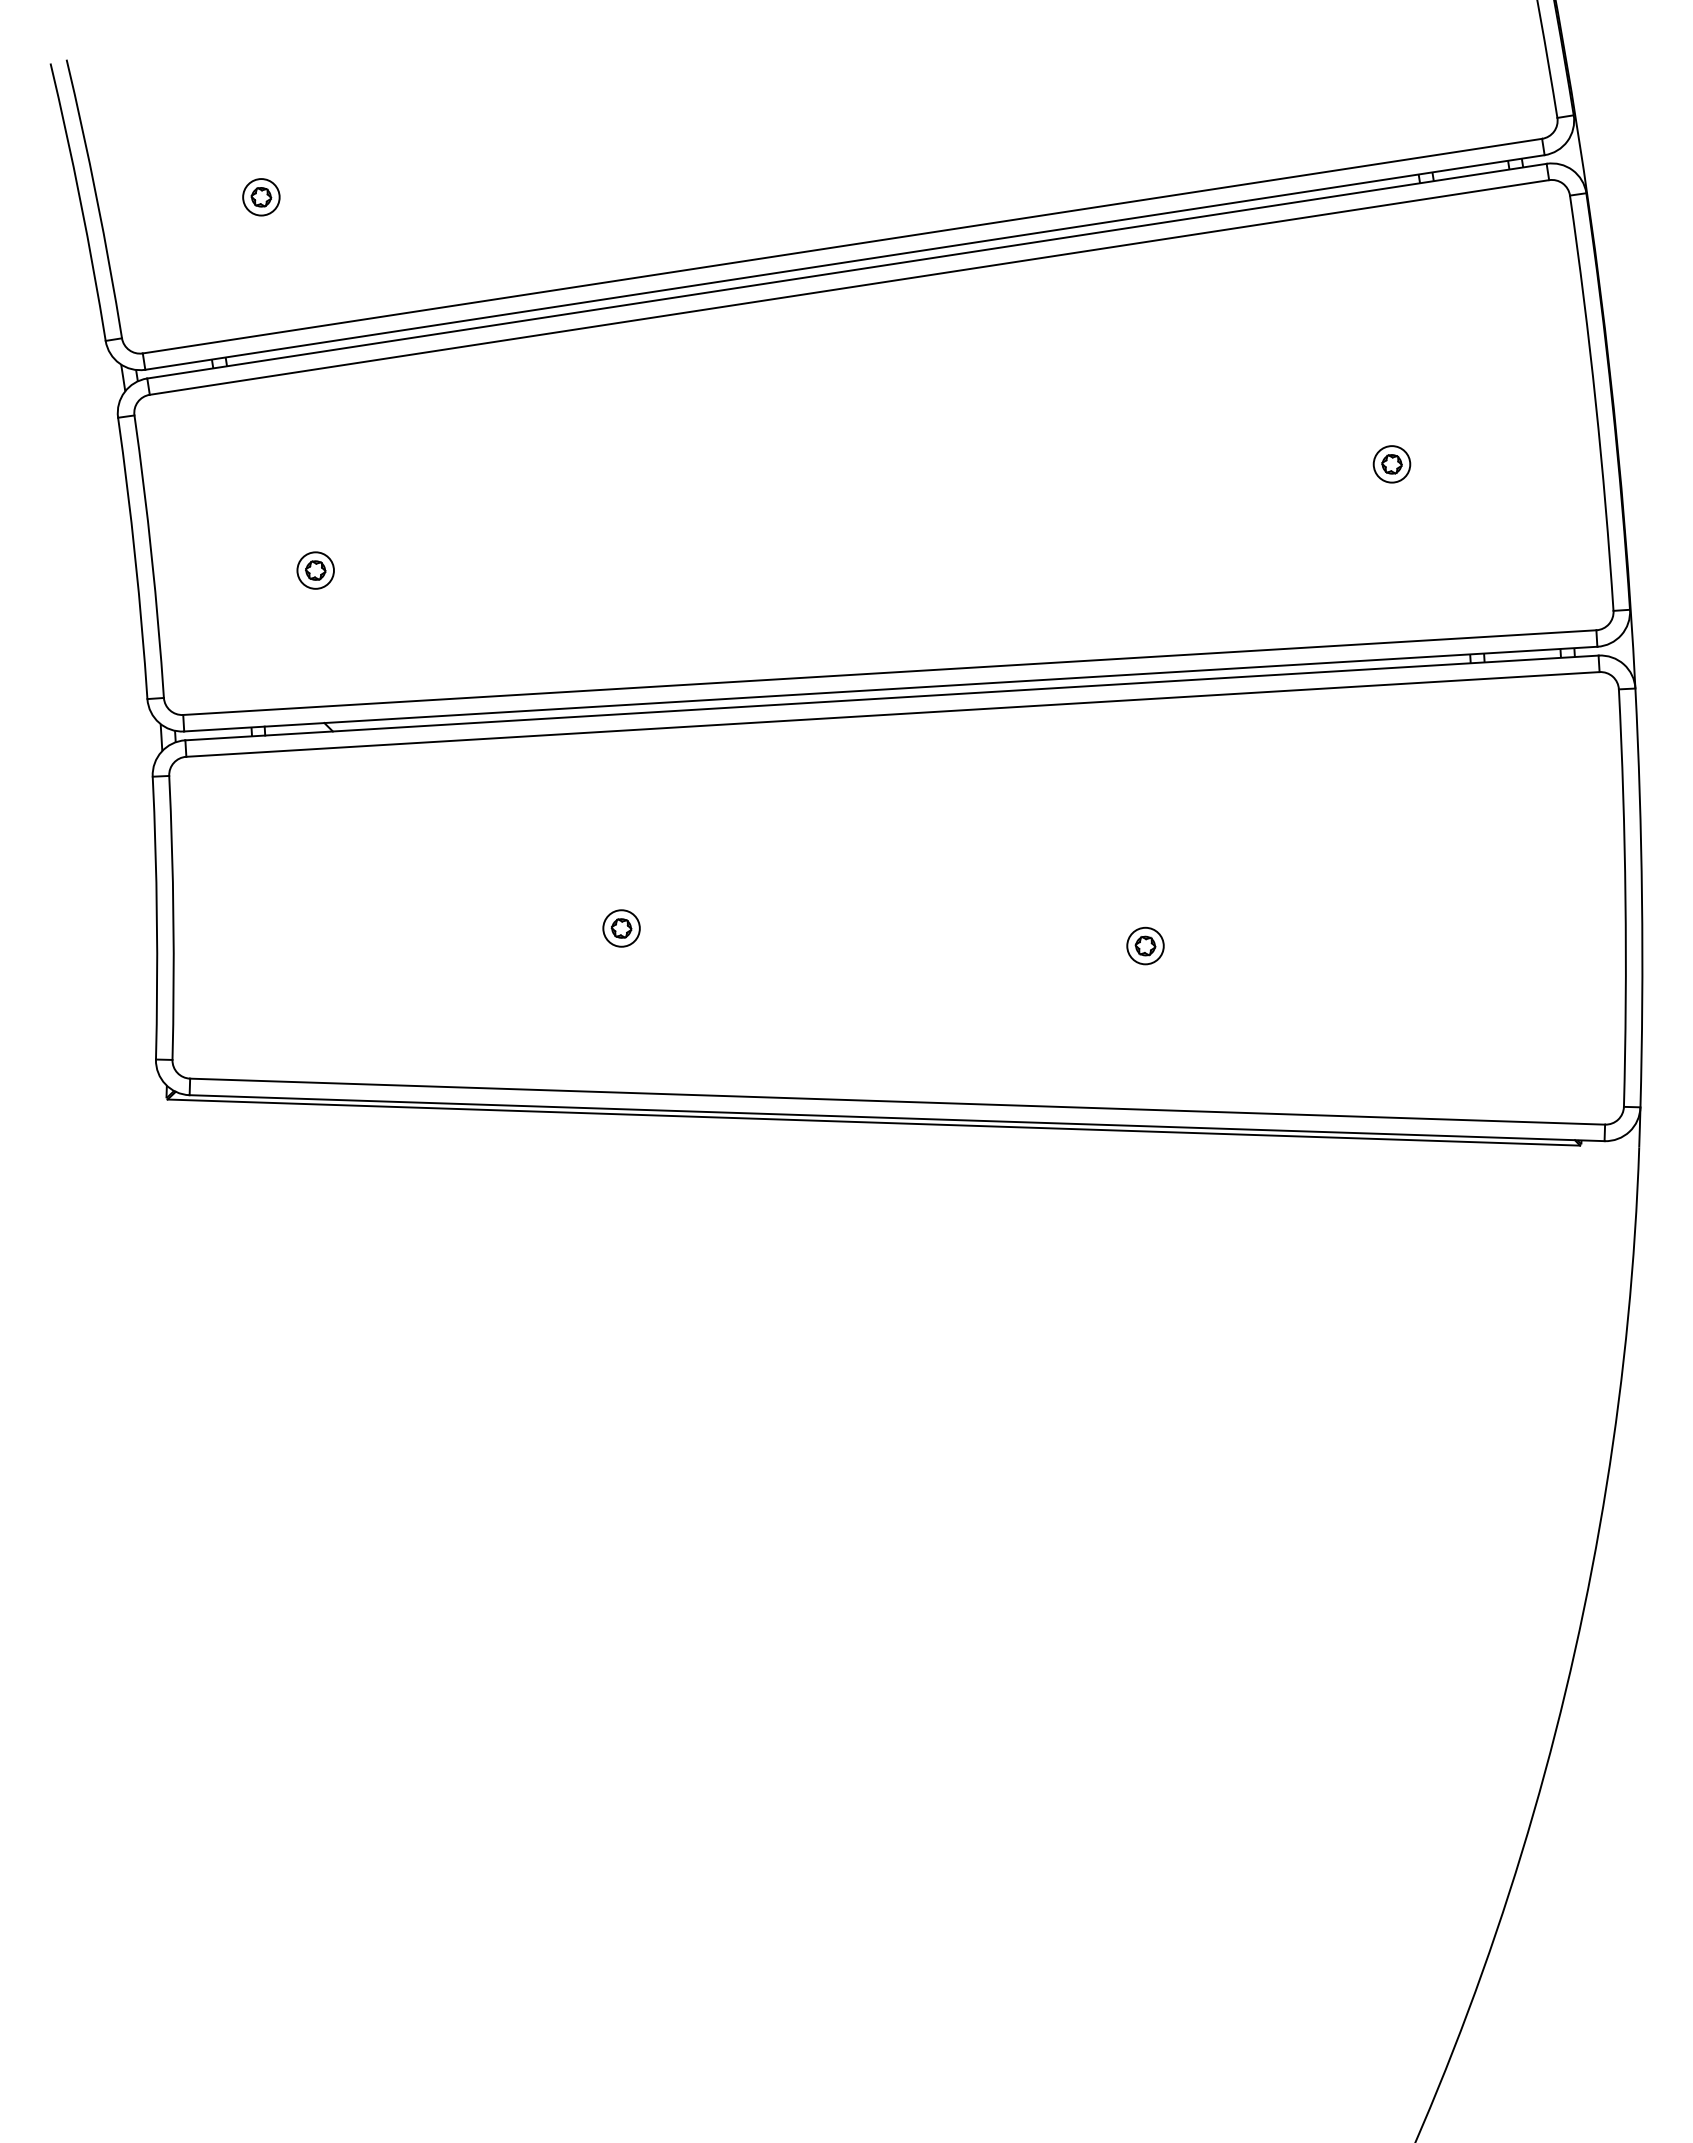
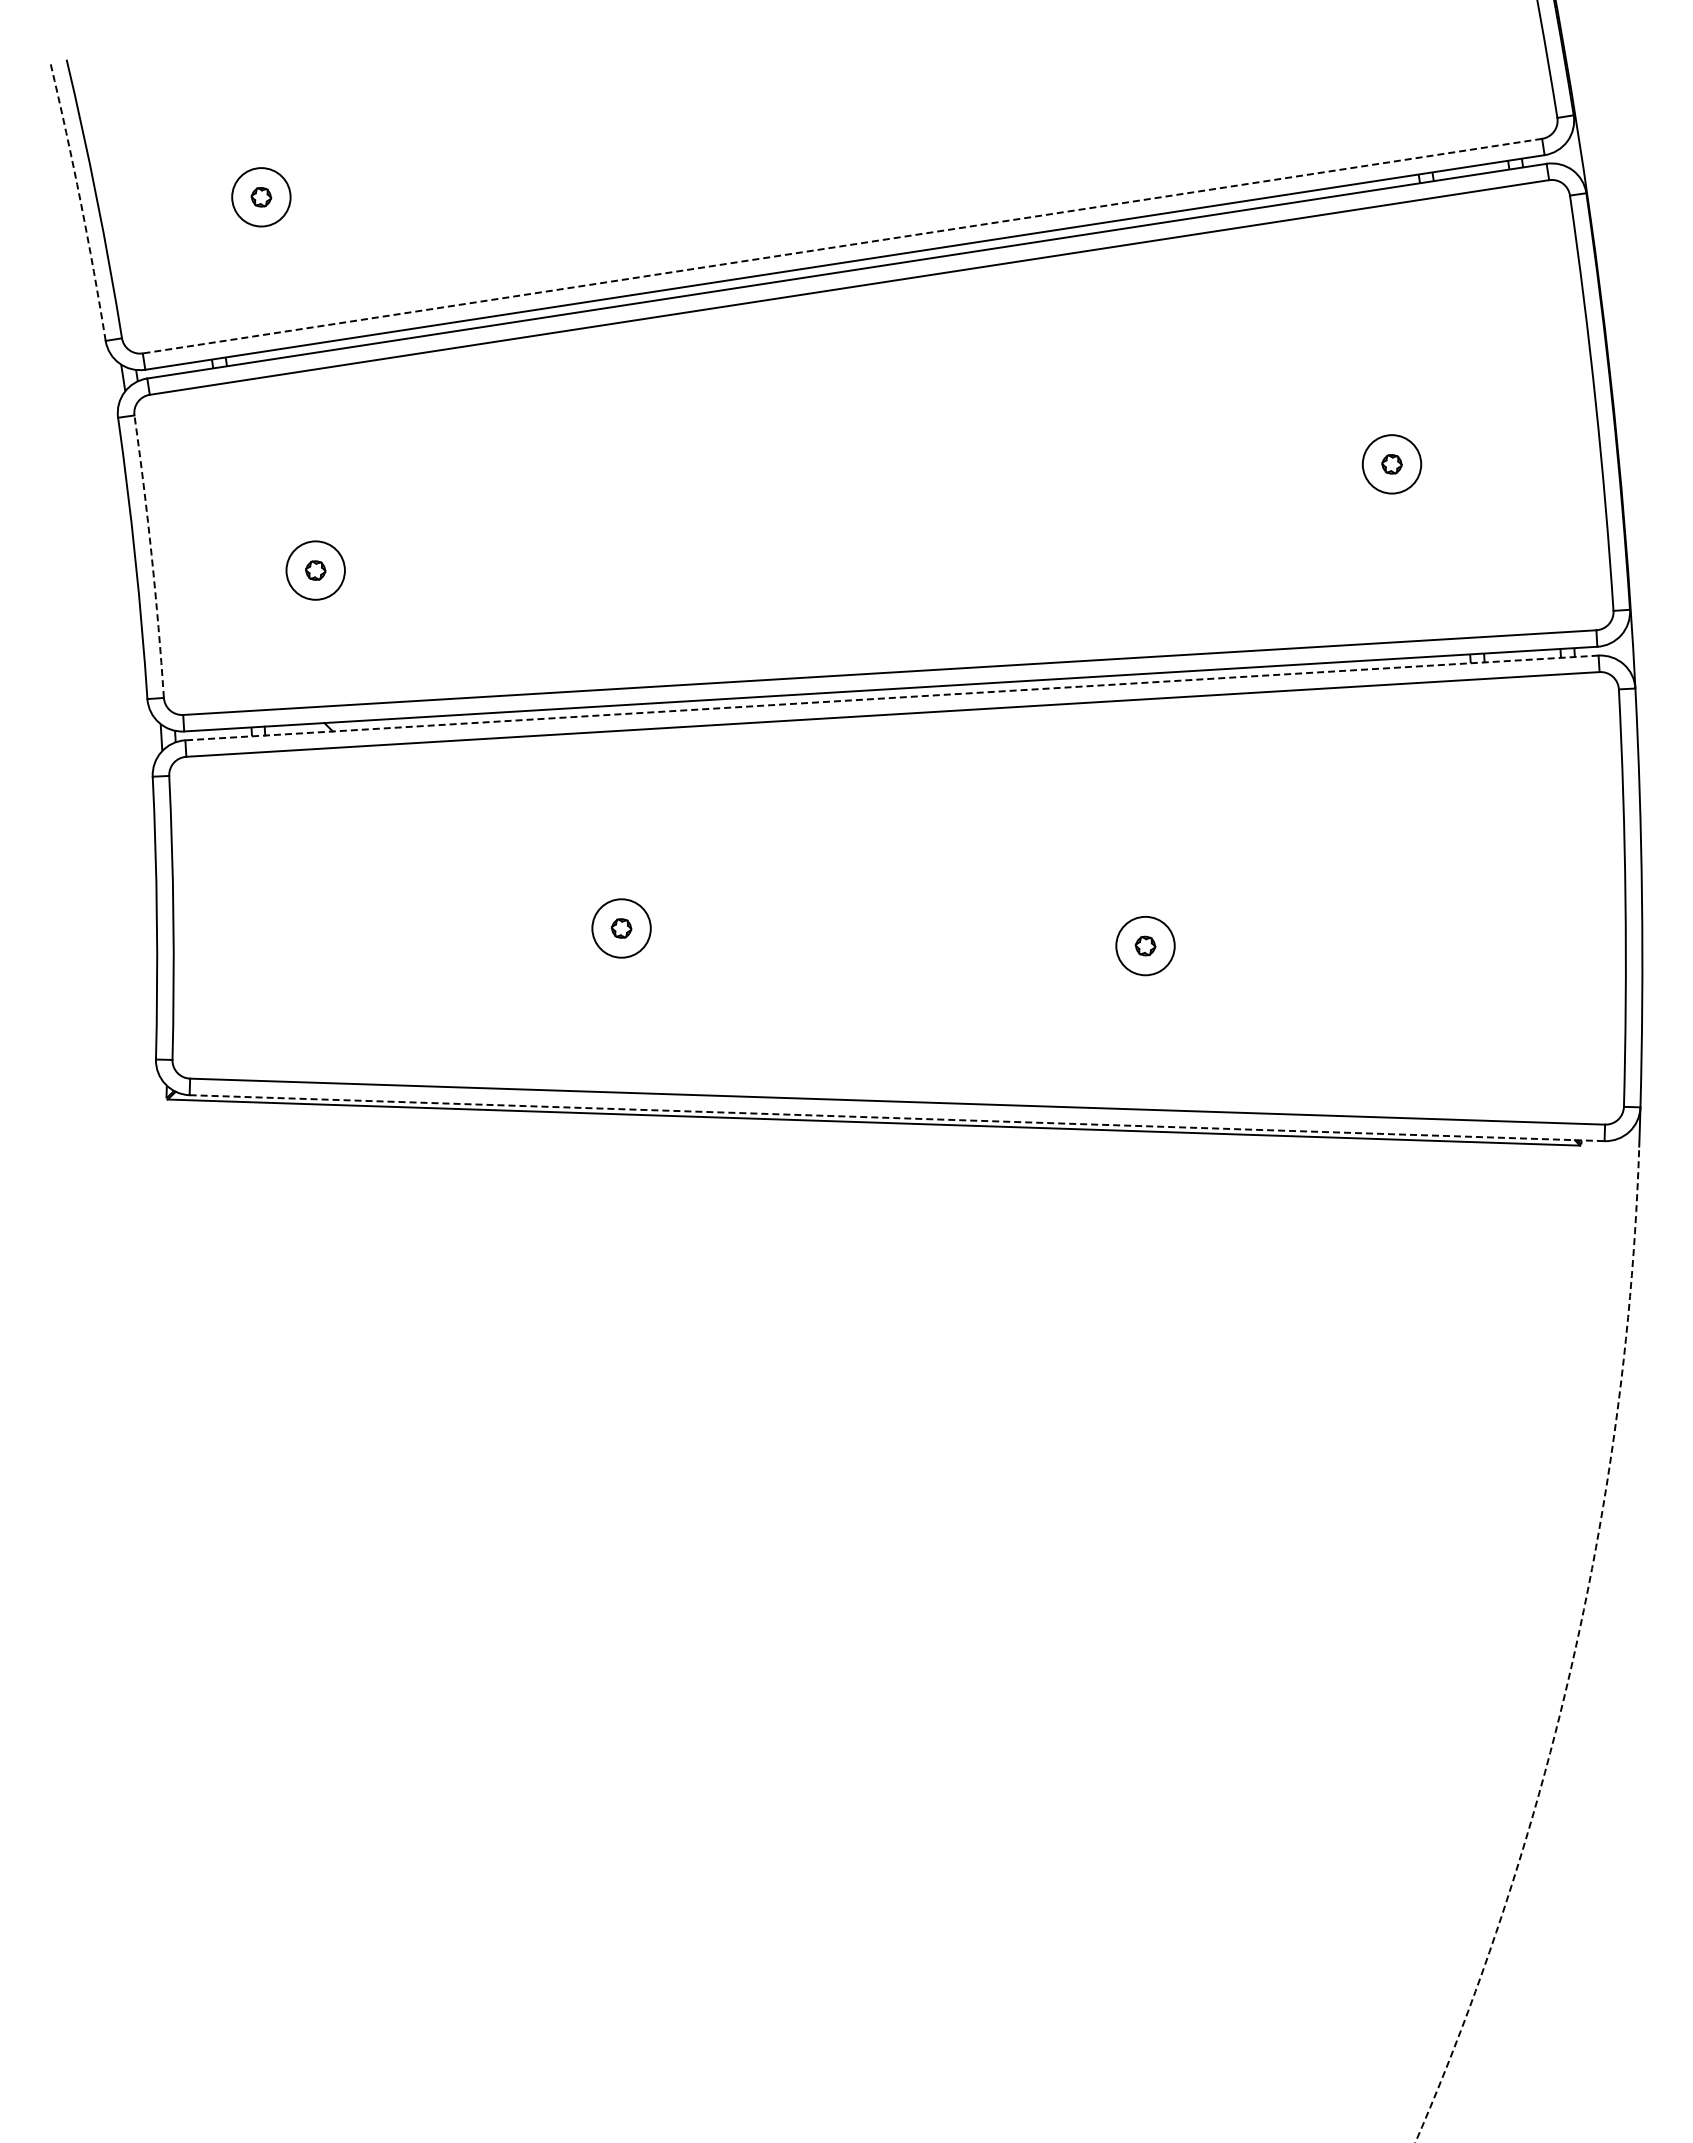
circle at (261, 197) diameter: 37 px -> 58 px
arc at (80, 201): solid -> dashed
line at (842, 246): solid -> dashed
circle at (1391, 464) diameter: 37 px -> 58 px
arc at (151, 556): solid -> dashed
circle at (315, 570) diameter: 37 px -> 58 px
line at (891, 697): solid -> dashed
circle at (621, 928) diameter: 37 px -> 58 px
circle at (1145, 945) diameter: 37 px -> 58 px
line at (897, 1118): solid -> dashed
arc at (1574, 1653): solid -> dashed
